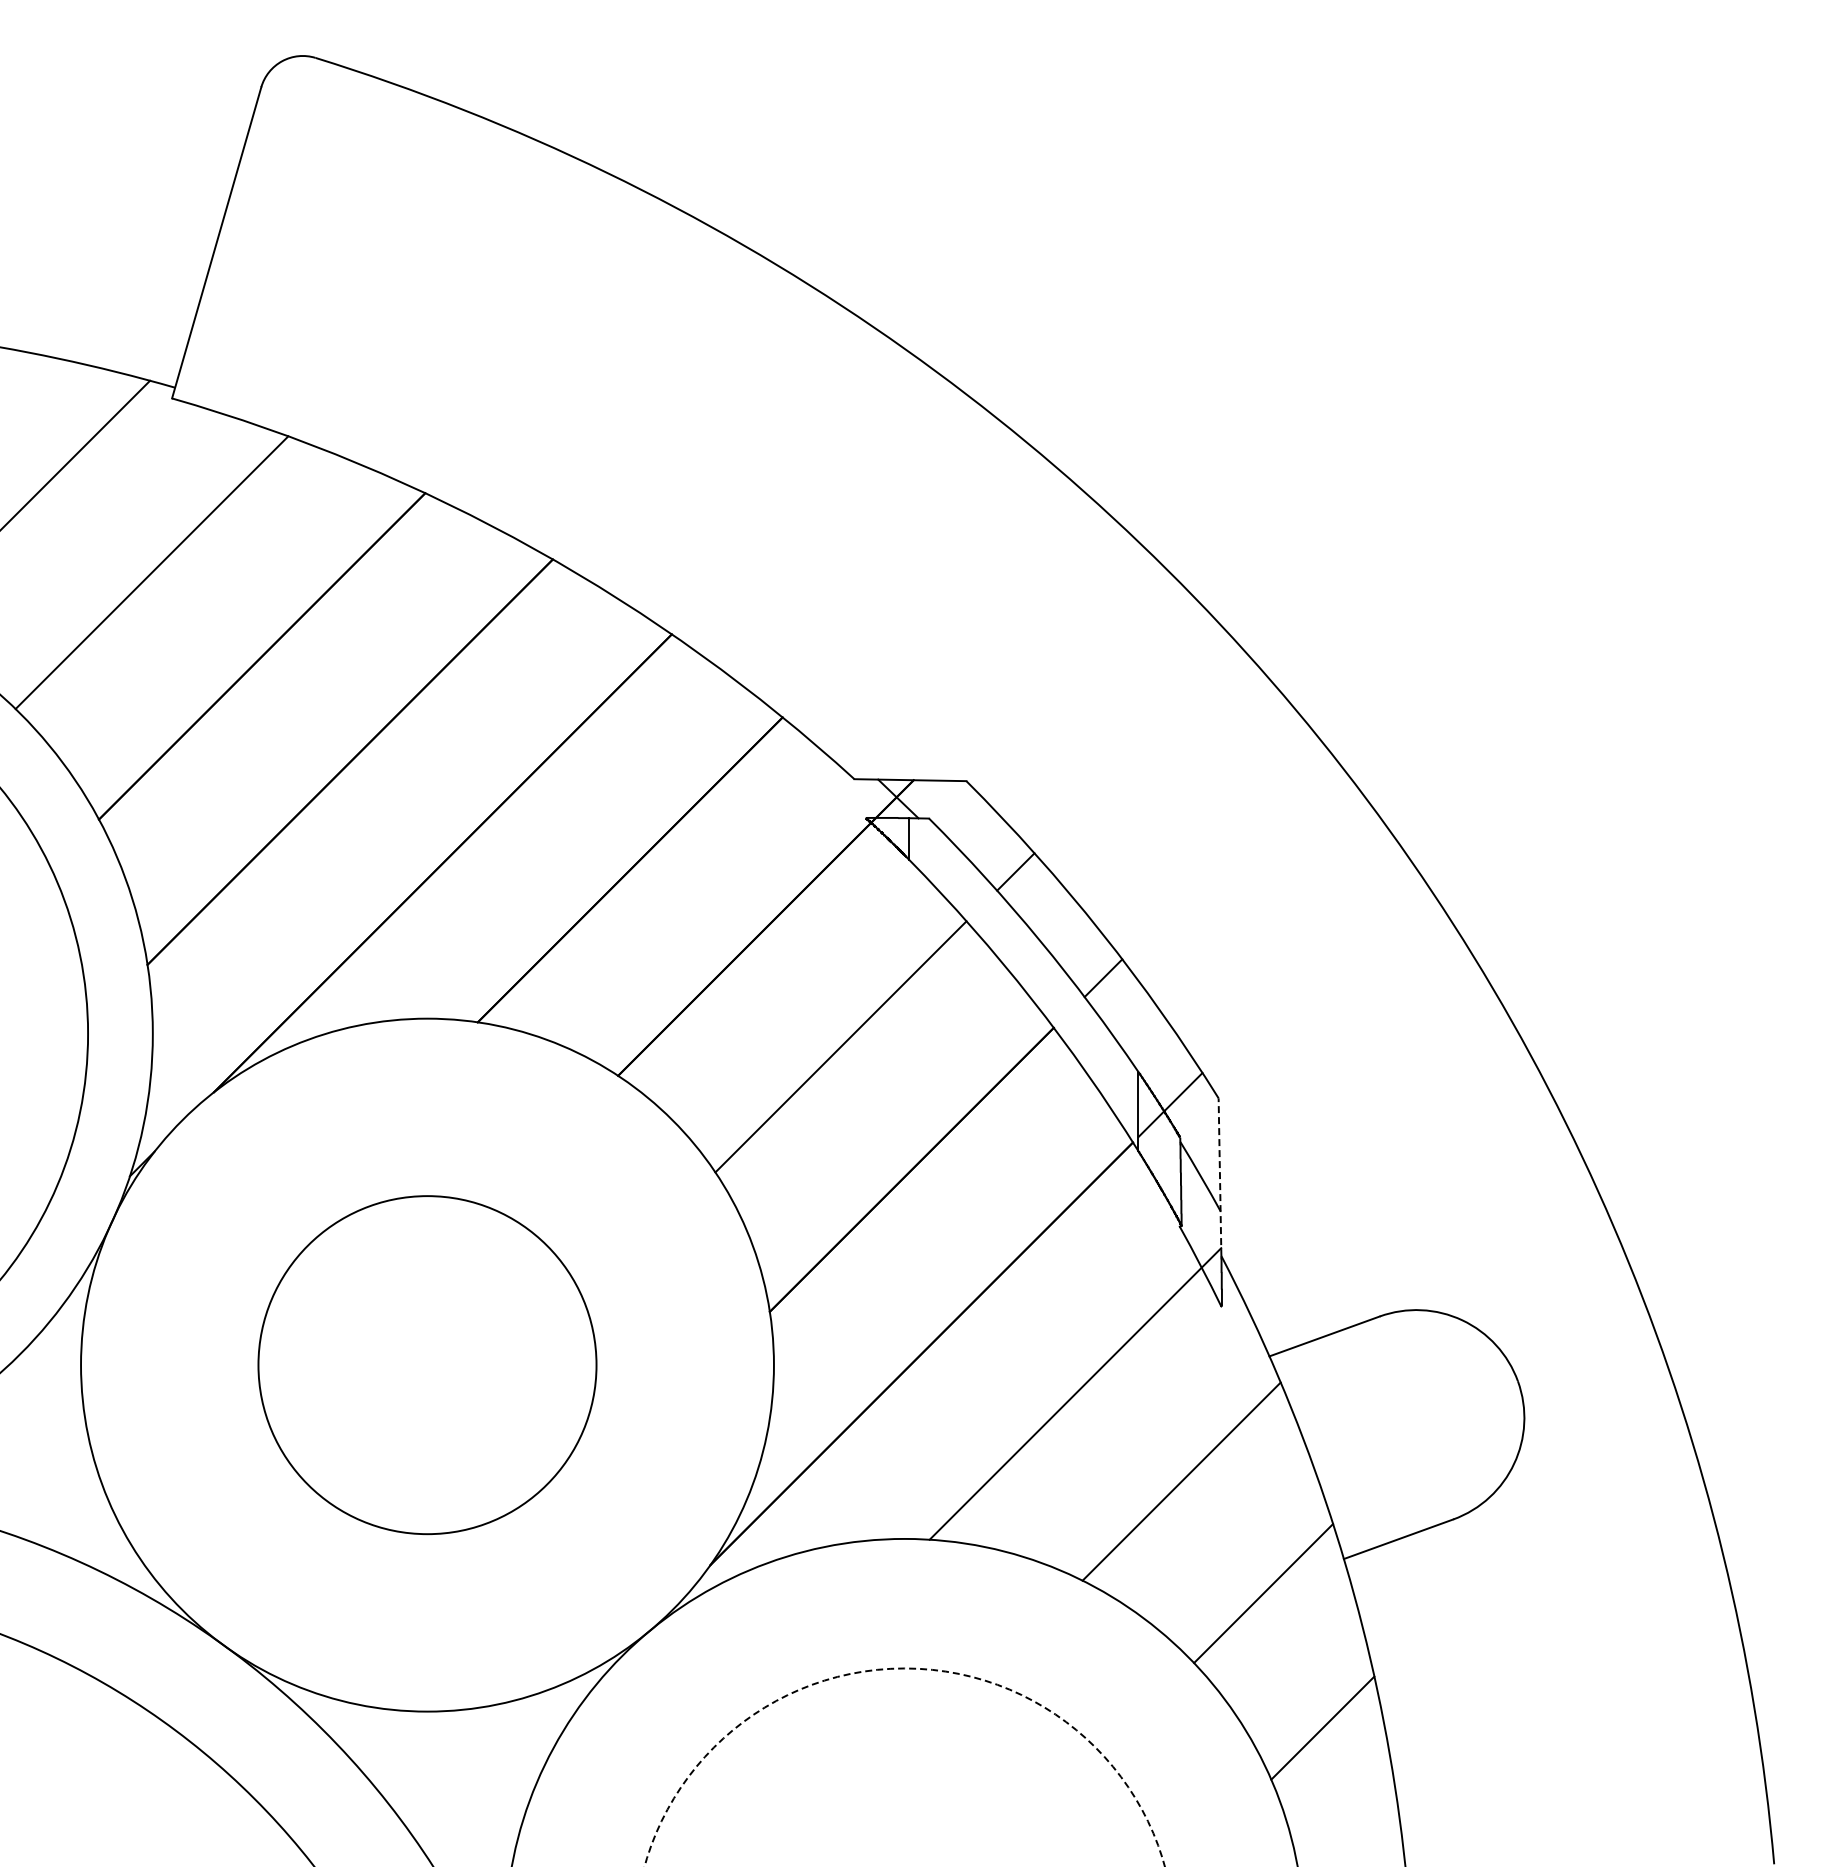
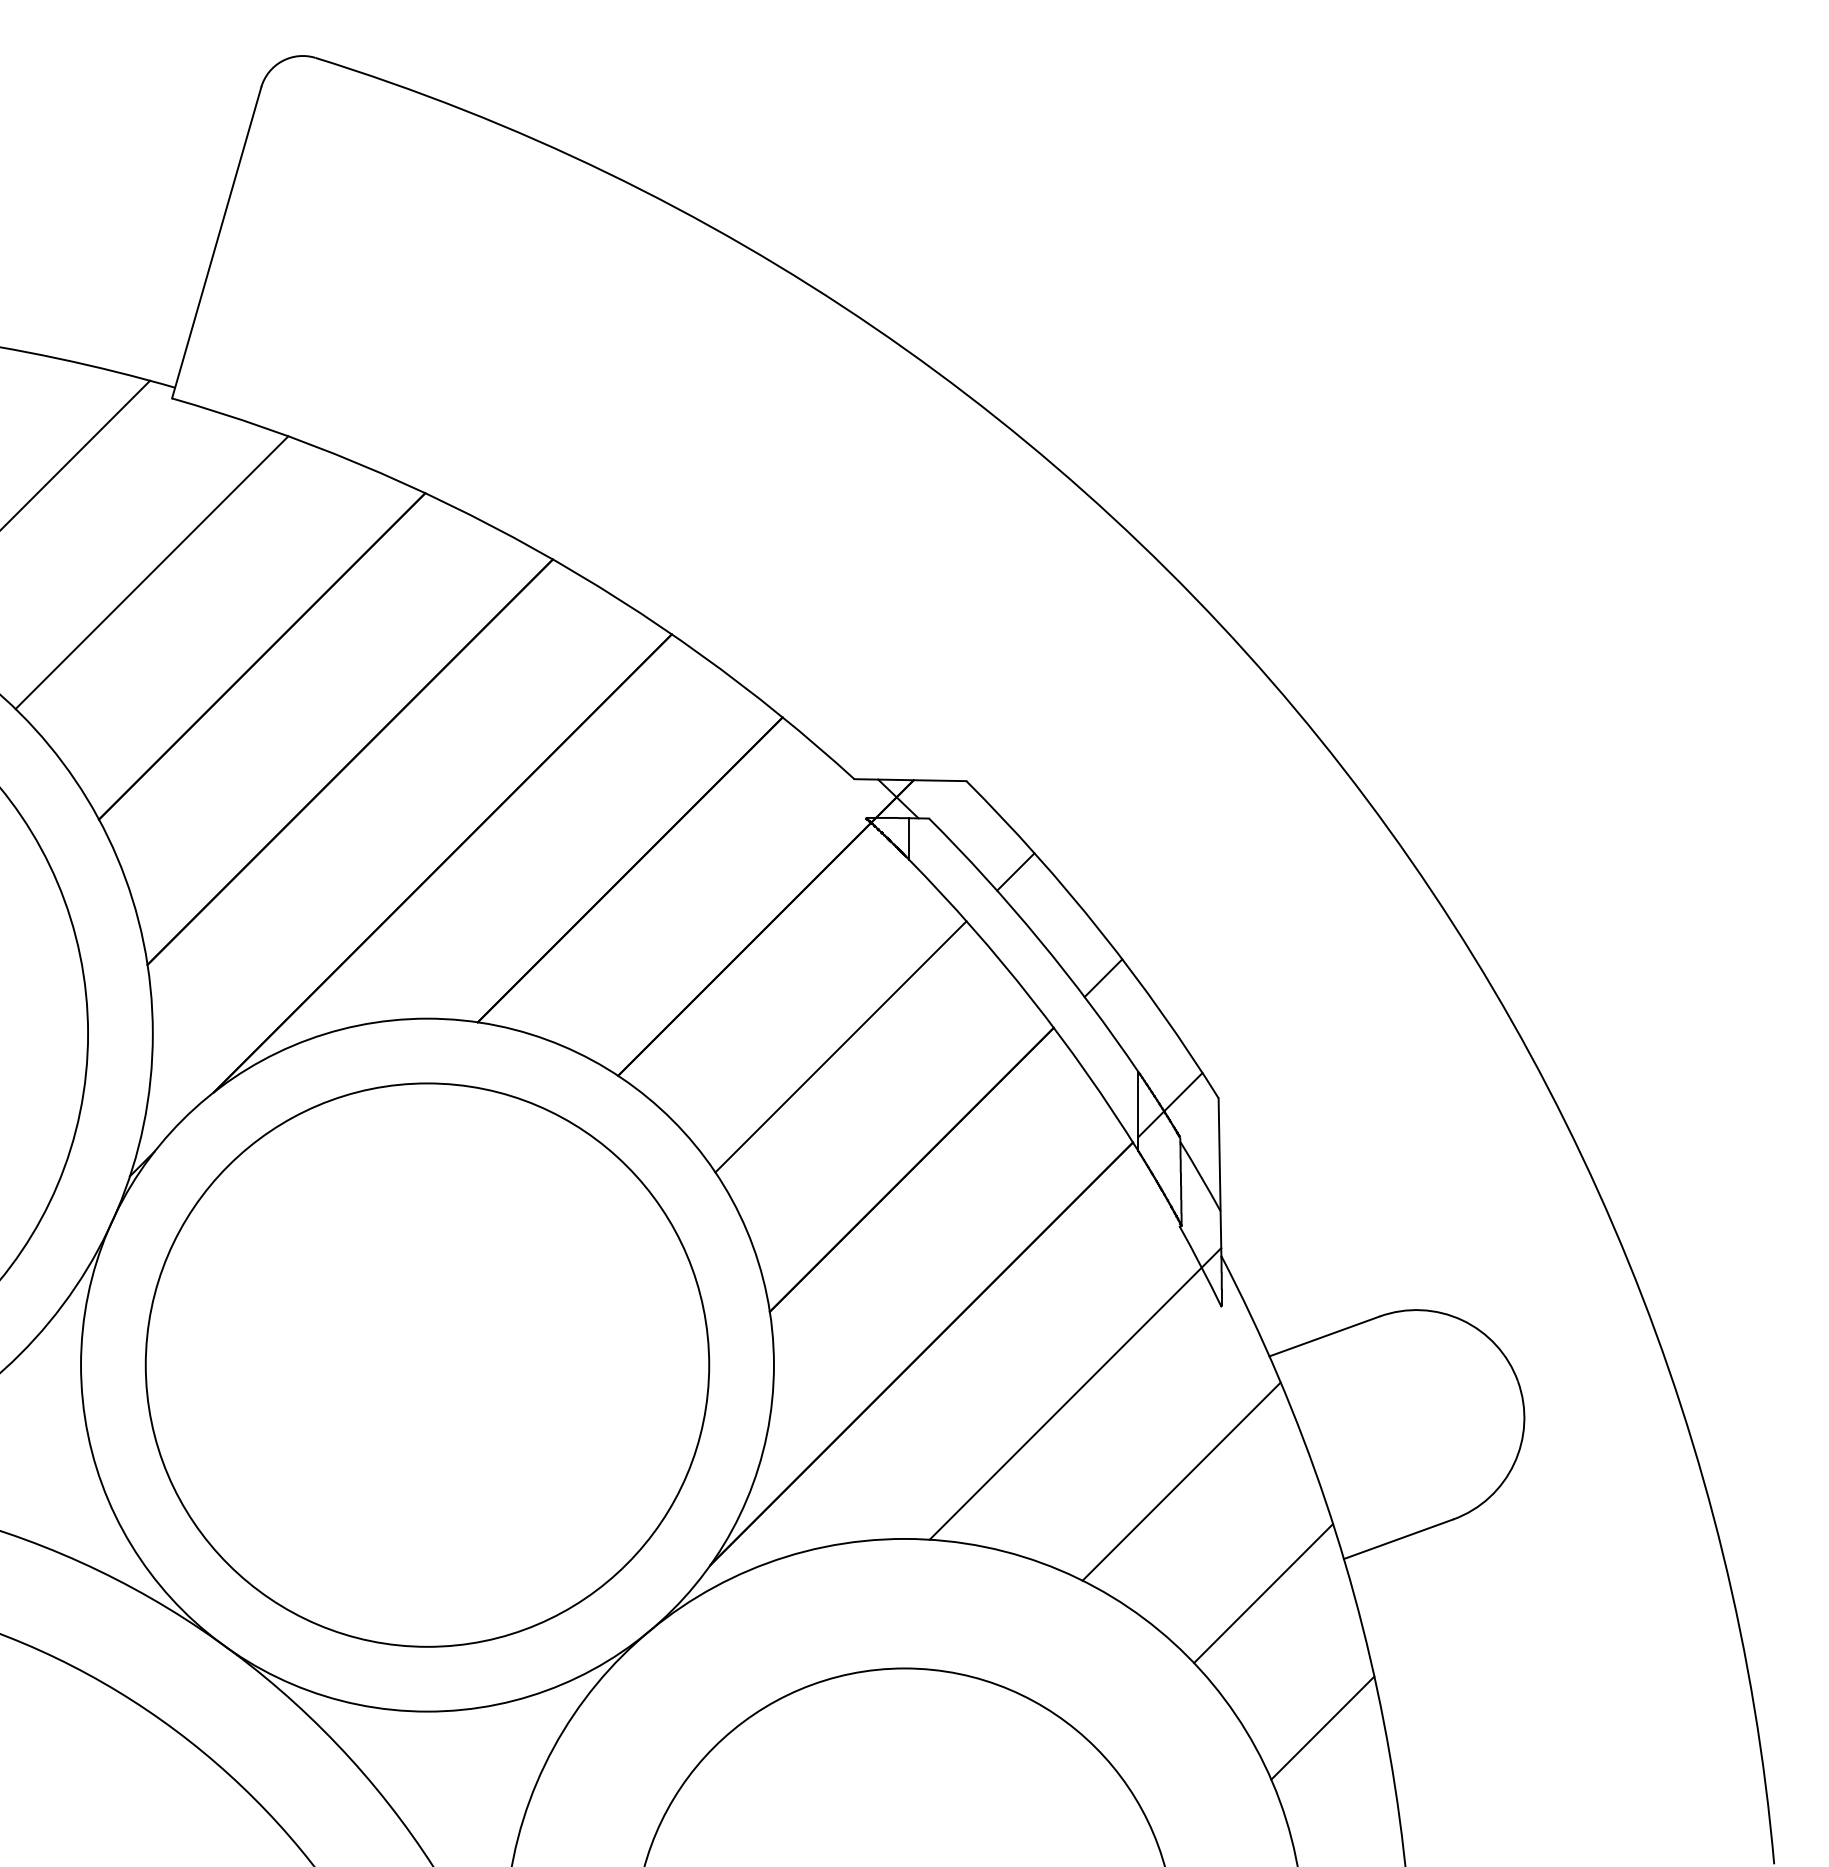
line at (1220, 1177): dashed -> solid
circle at (427, 1365) diameter: 338 px -> 563 px
circle at (904, 1767): dashed -> solid
